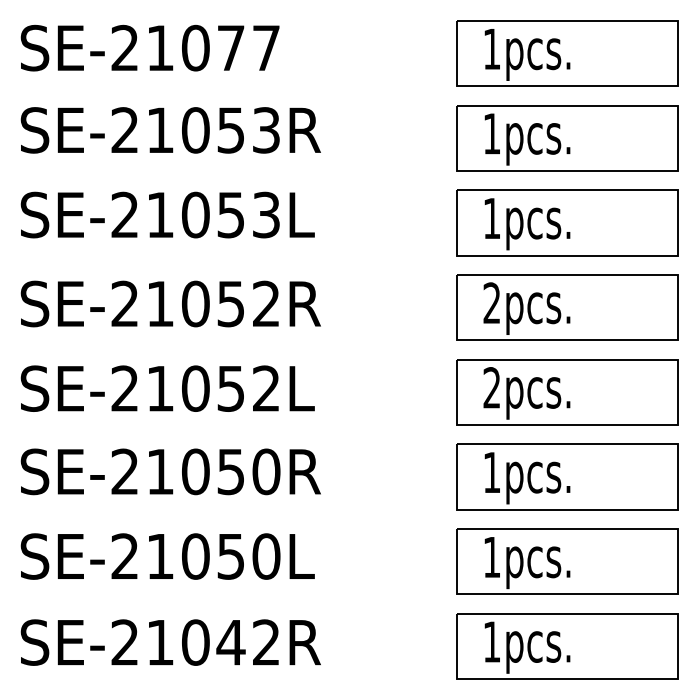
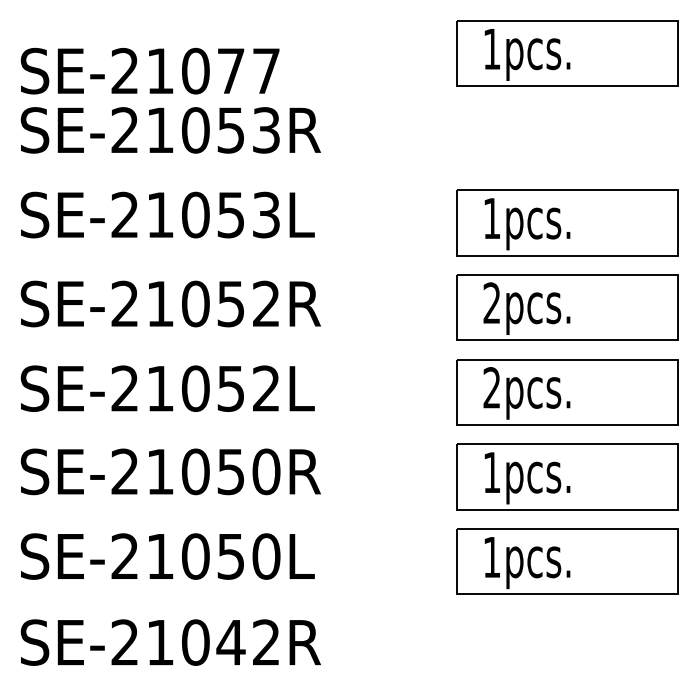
text at (149, 47) position: (149, 47) -> (149, 70)
part at (567, 138): present -> none
part at (567, 646): present -> none
